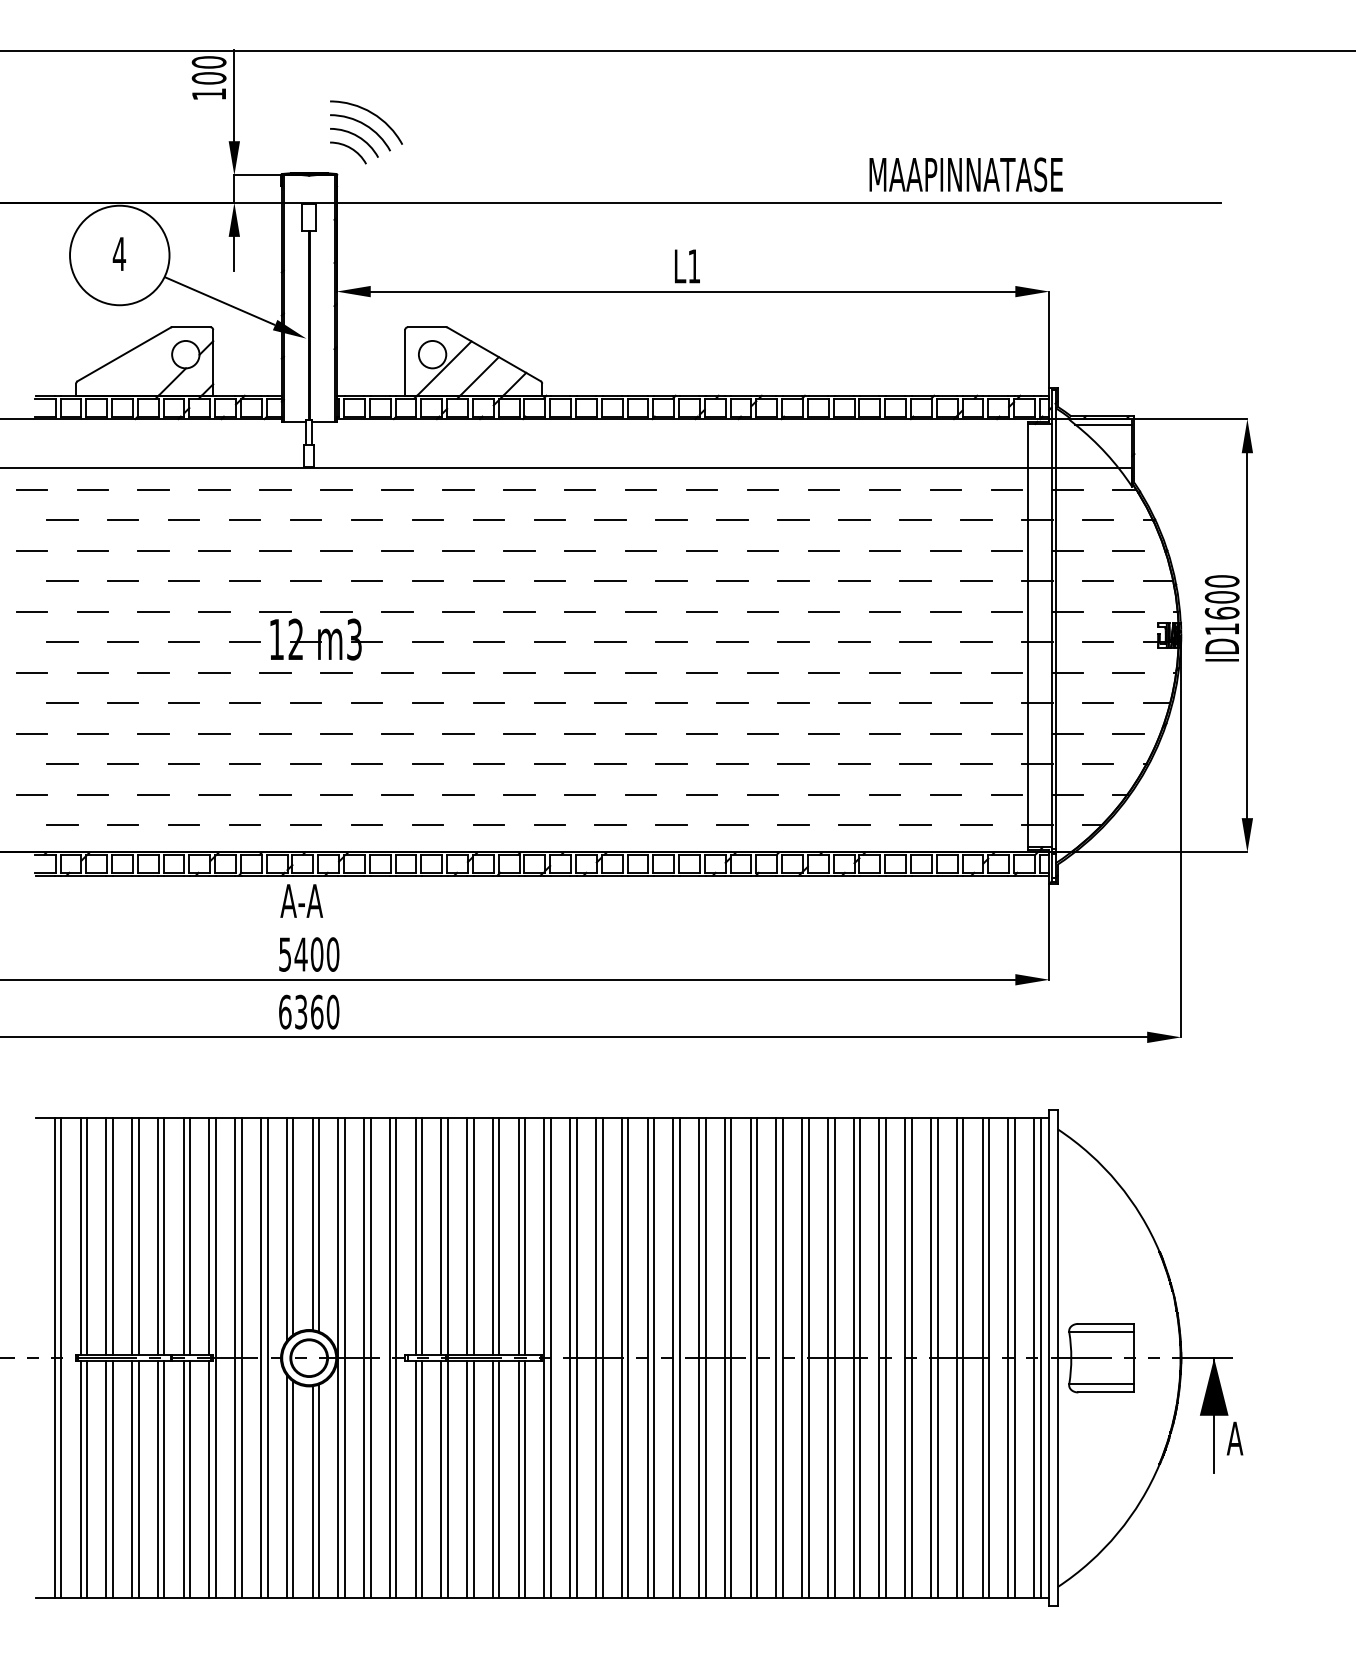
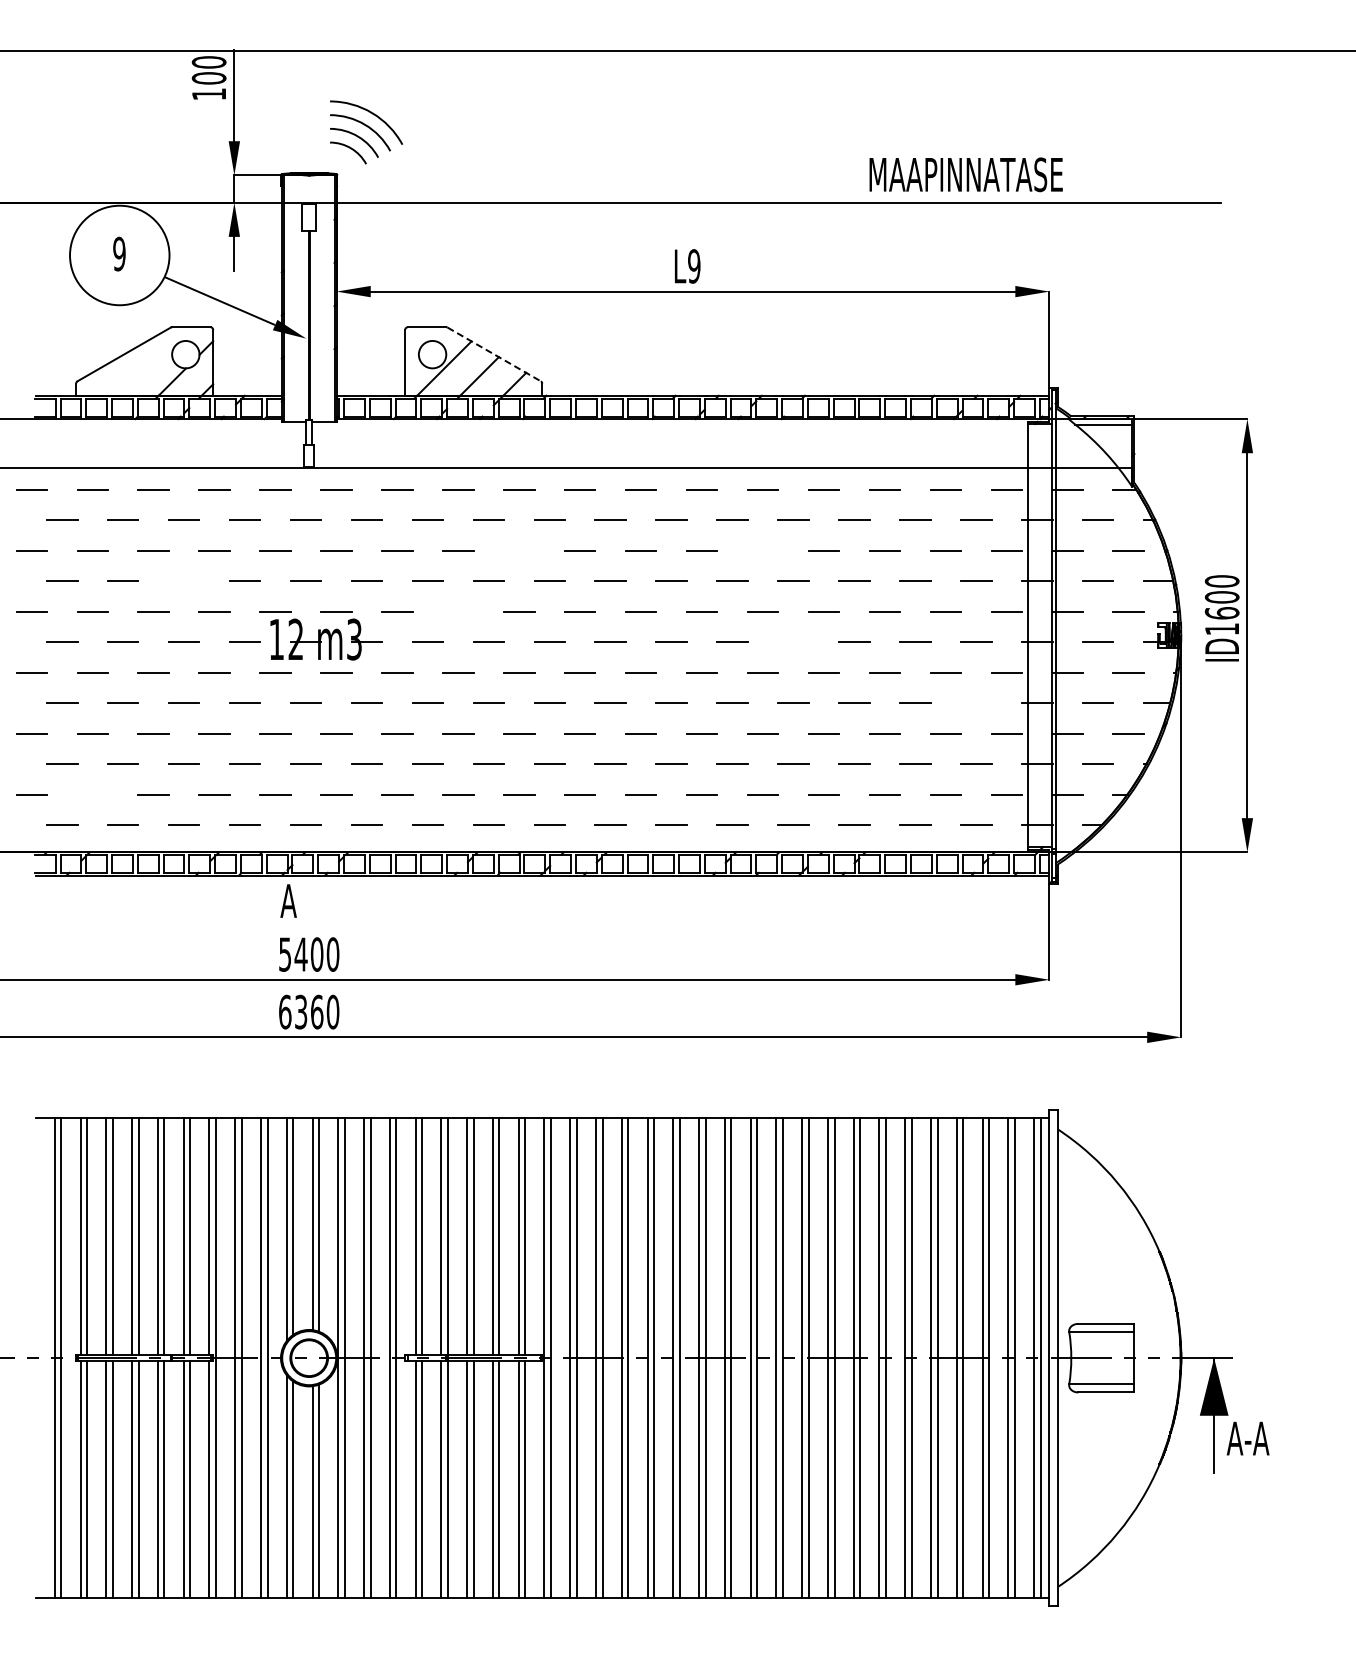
text at (119, 253): 4 -> 9
text at (694, 266): L1 -> L9
line at (494, 354): solid -> dashed
line at (519, 550): present -> none
line at (762, 550): present -> none
line at (183, 581): present -> none
line at (458, 611): present -> none
line at (793, 642): present -> none
line at (976, 703): present -> none
line at (92, 794): present -> none
text at (310, 900): A-A -> A
text at (1256, 1438): A -> A-A
